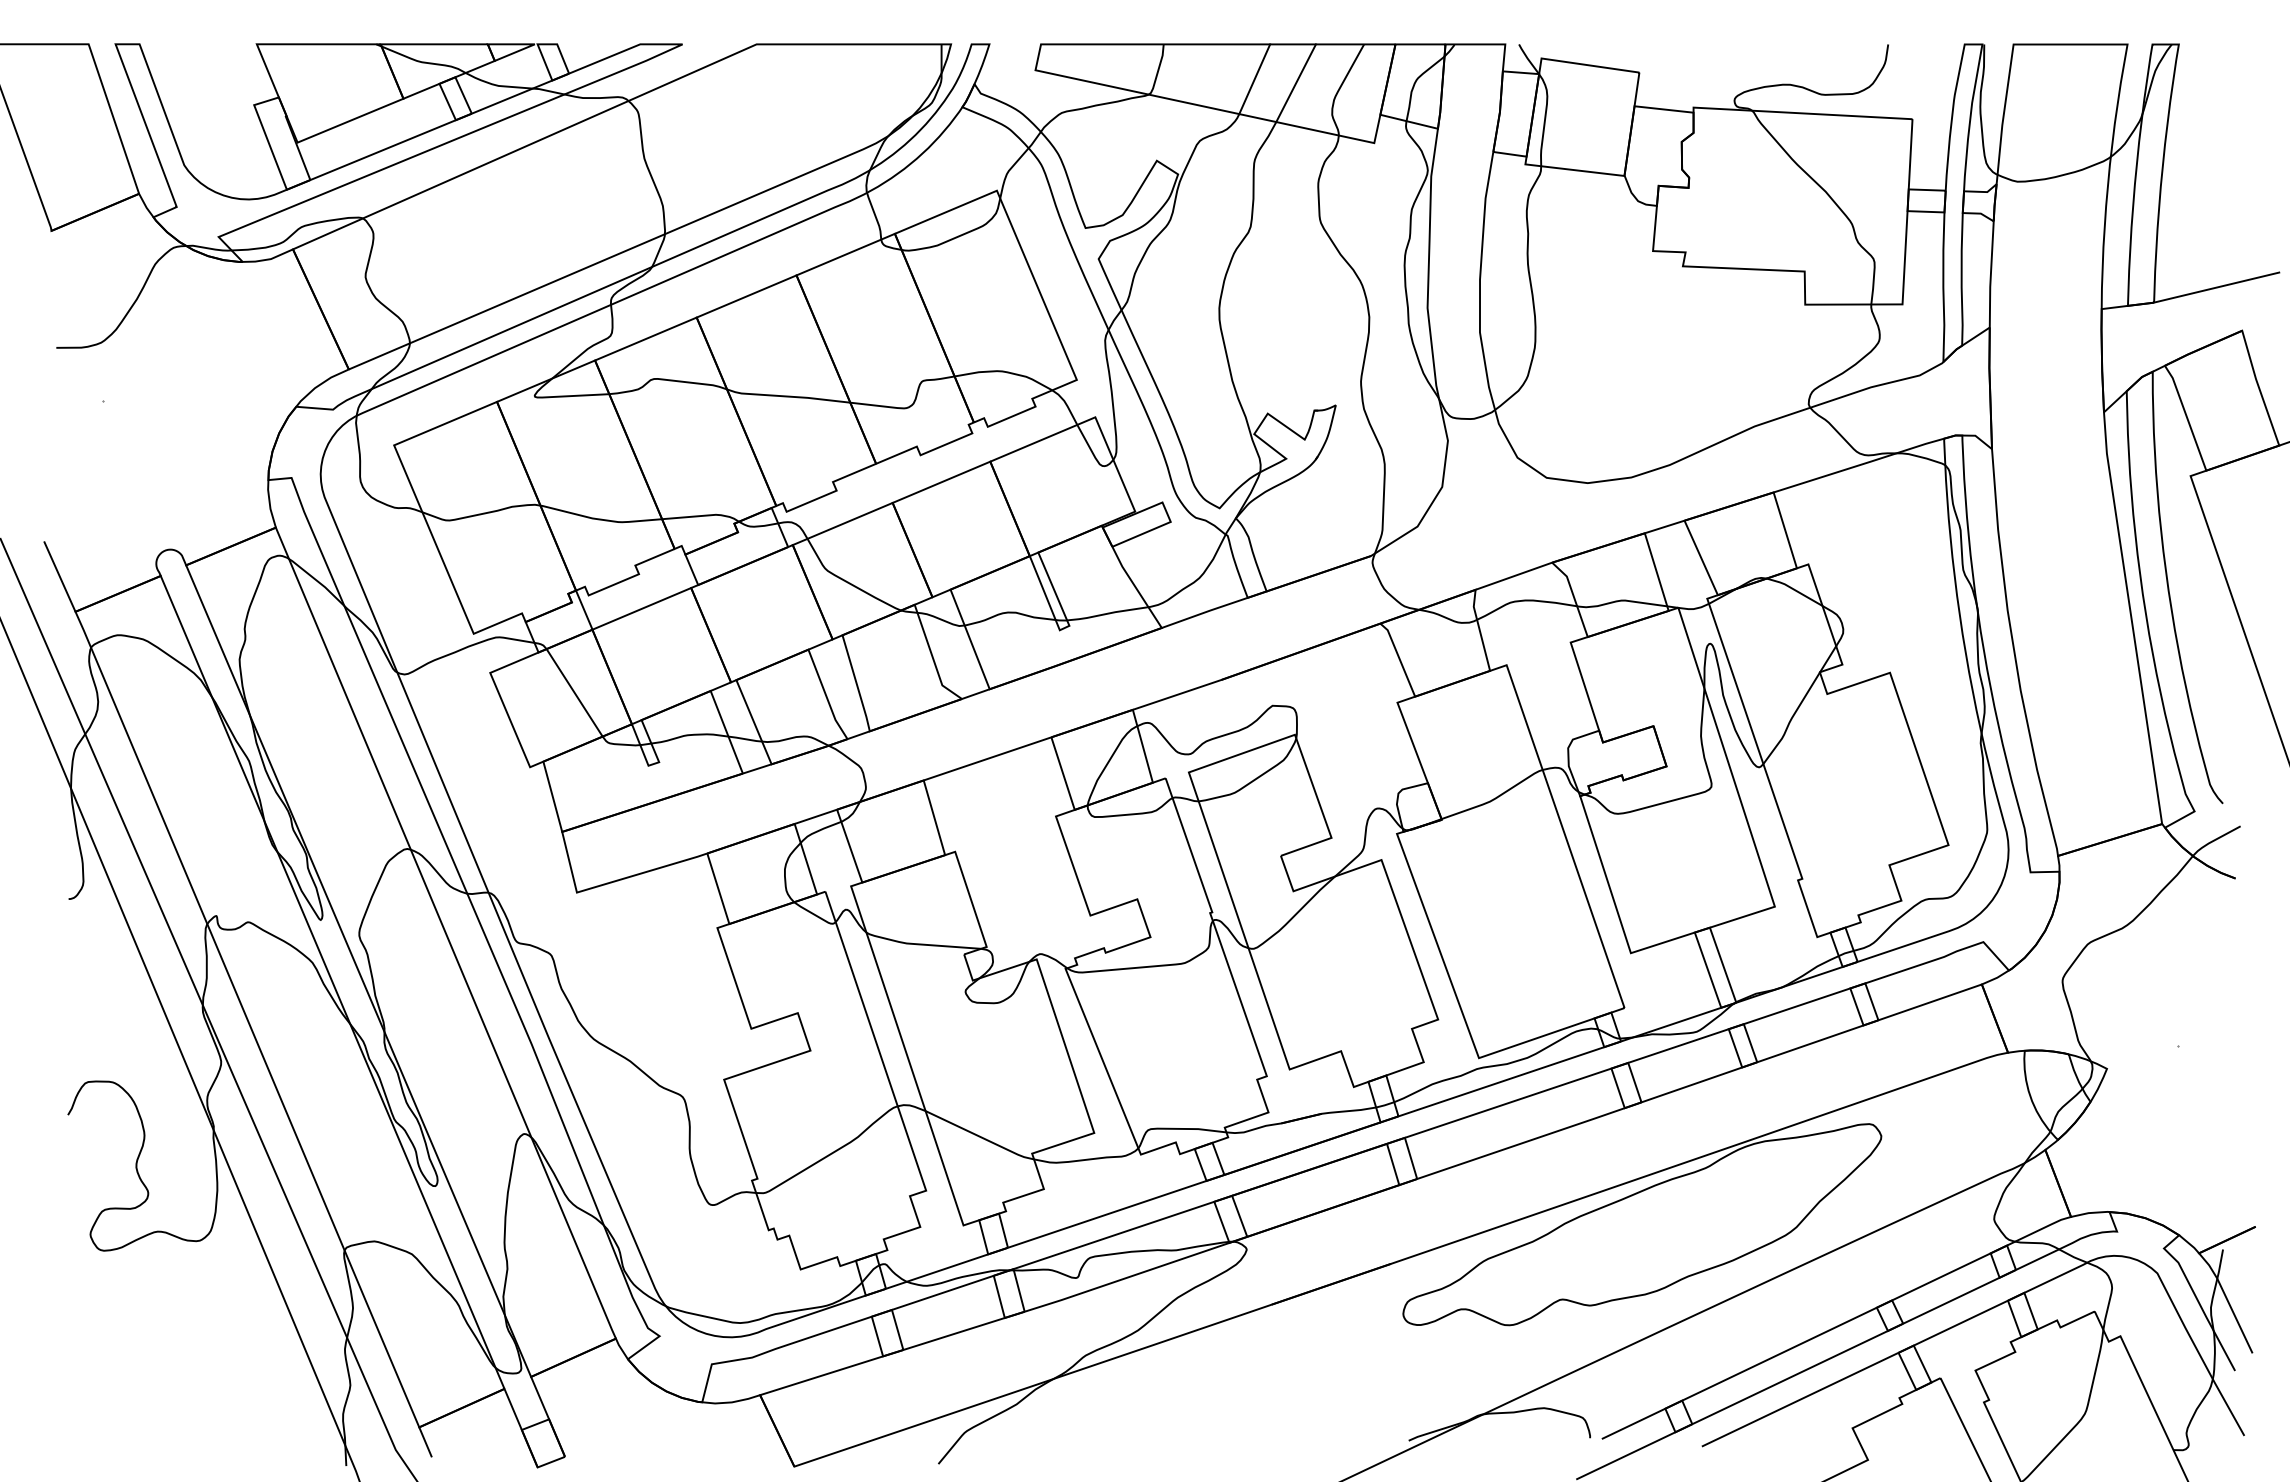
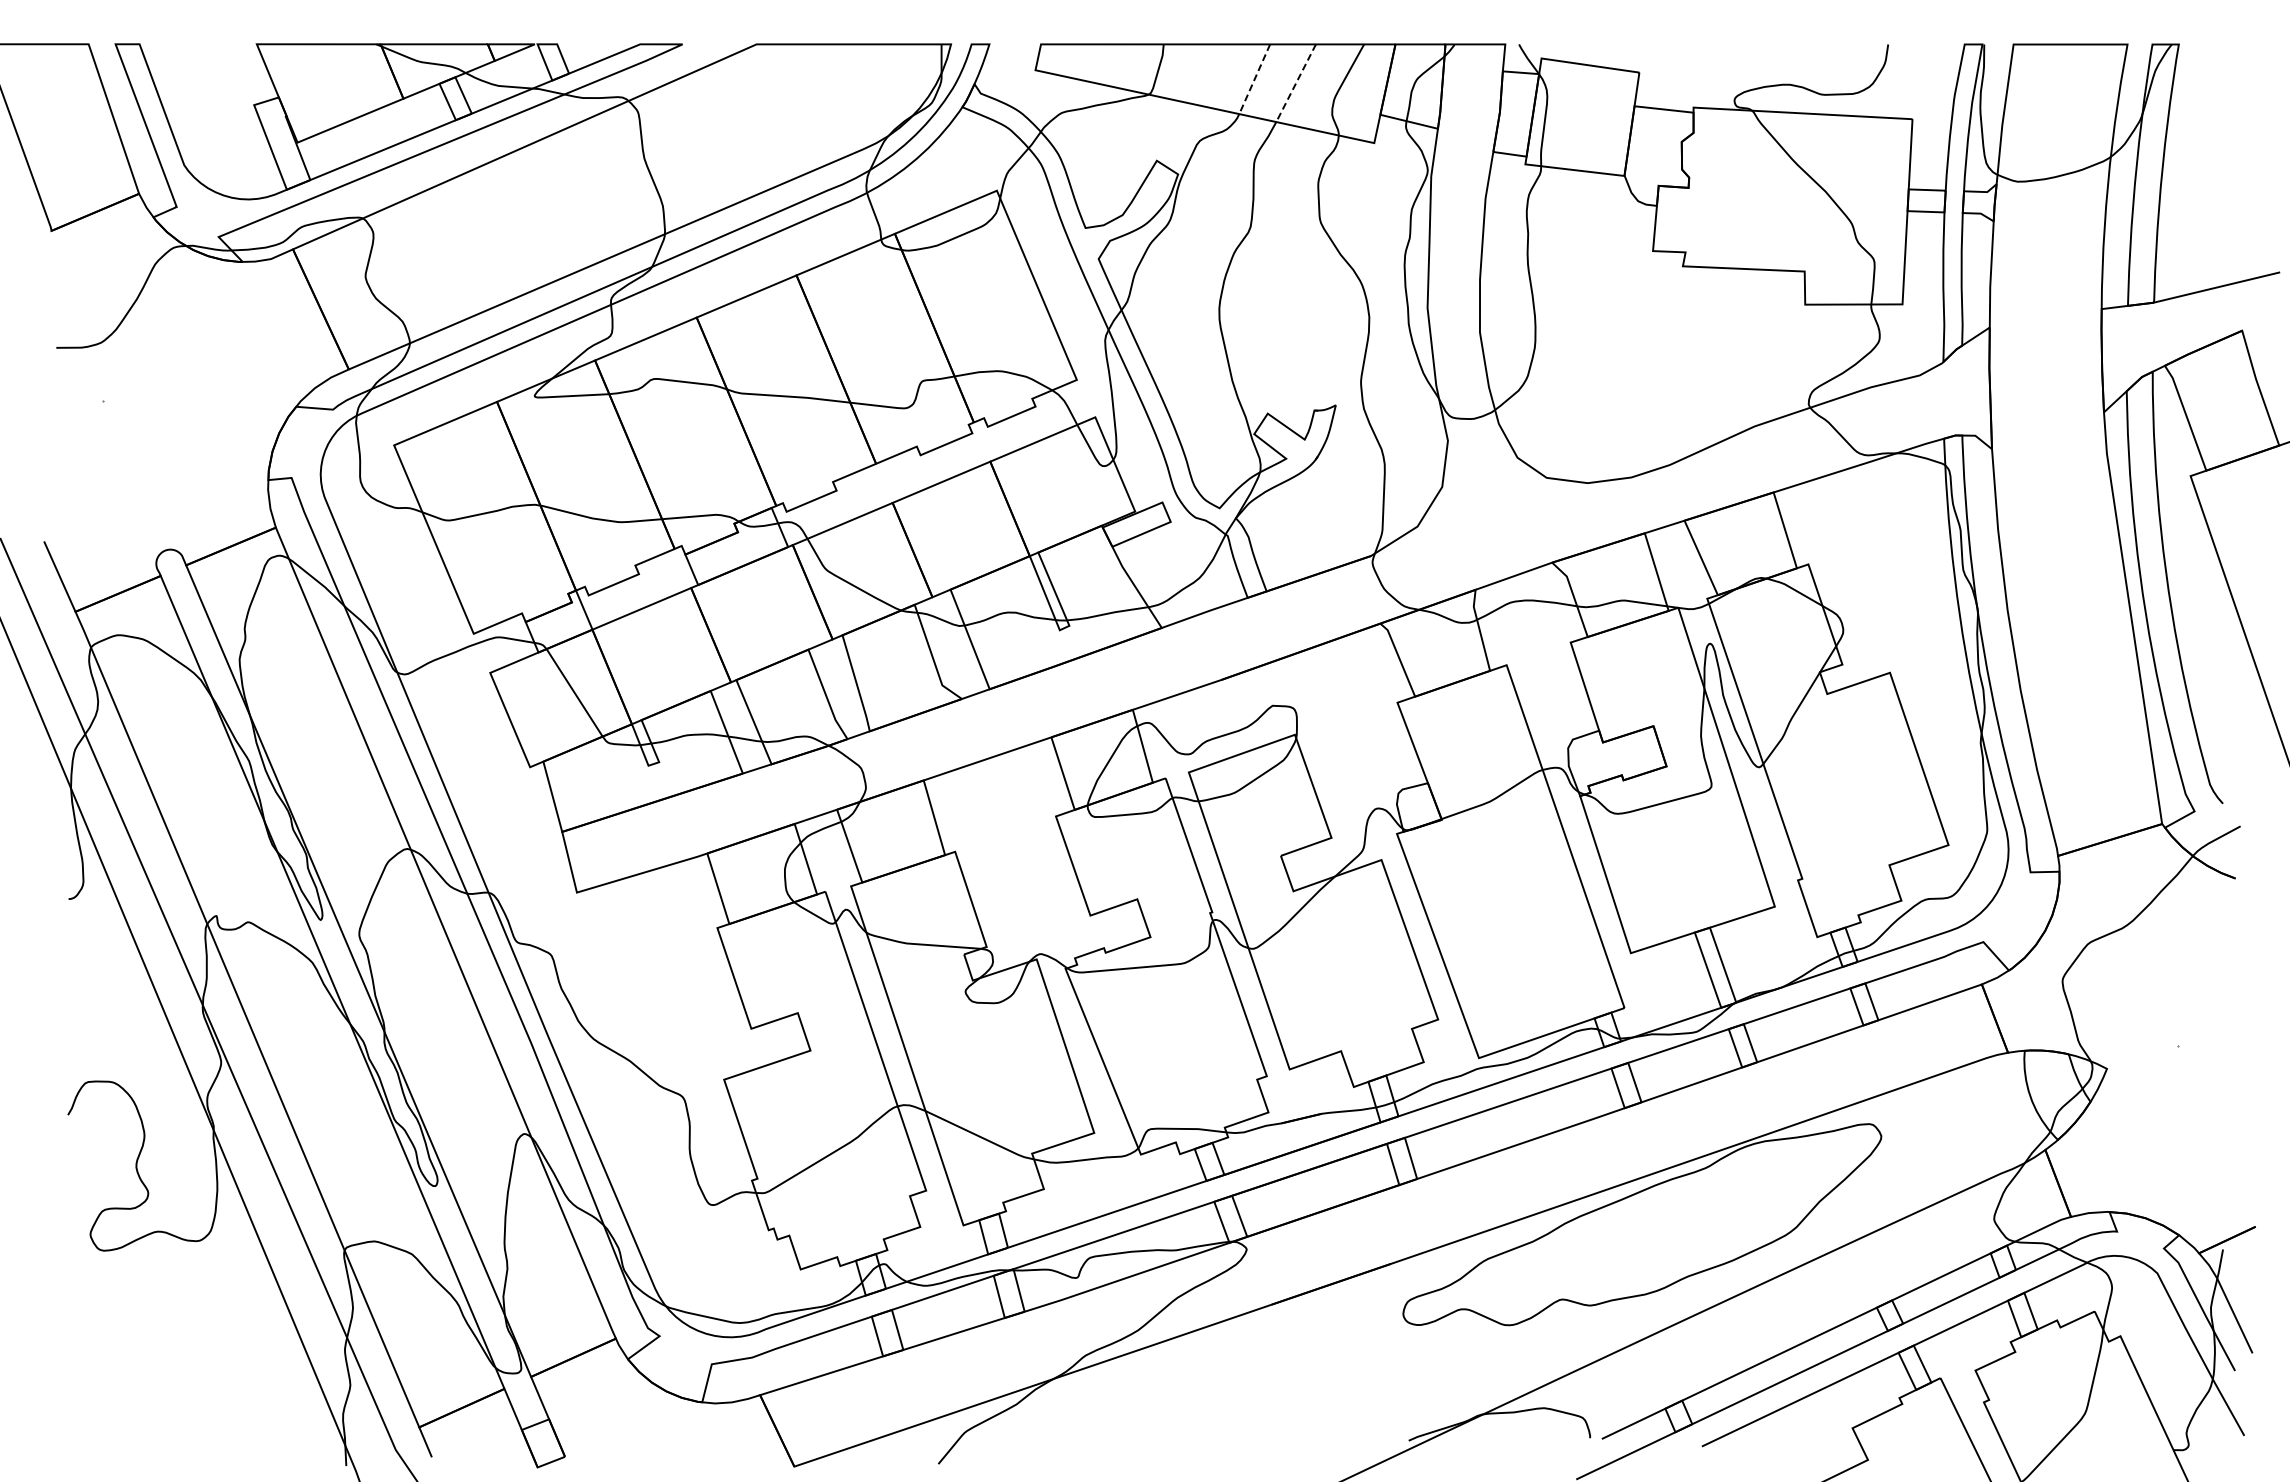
line at (1254, 79): solid -> dashed
line at (1296, 83): solid -> dashed
